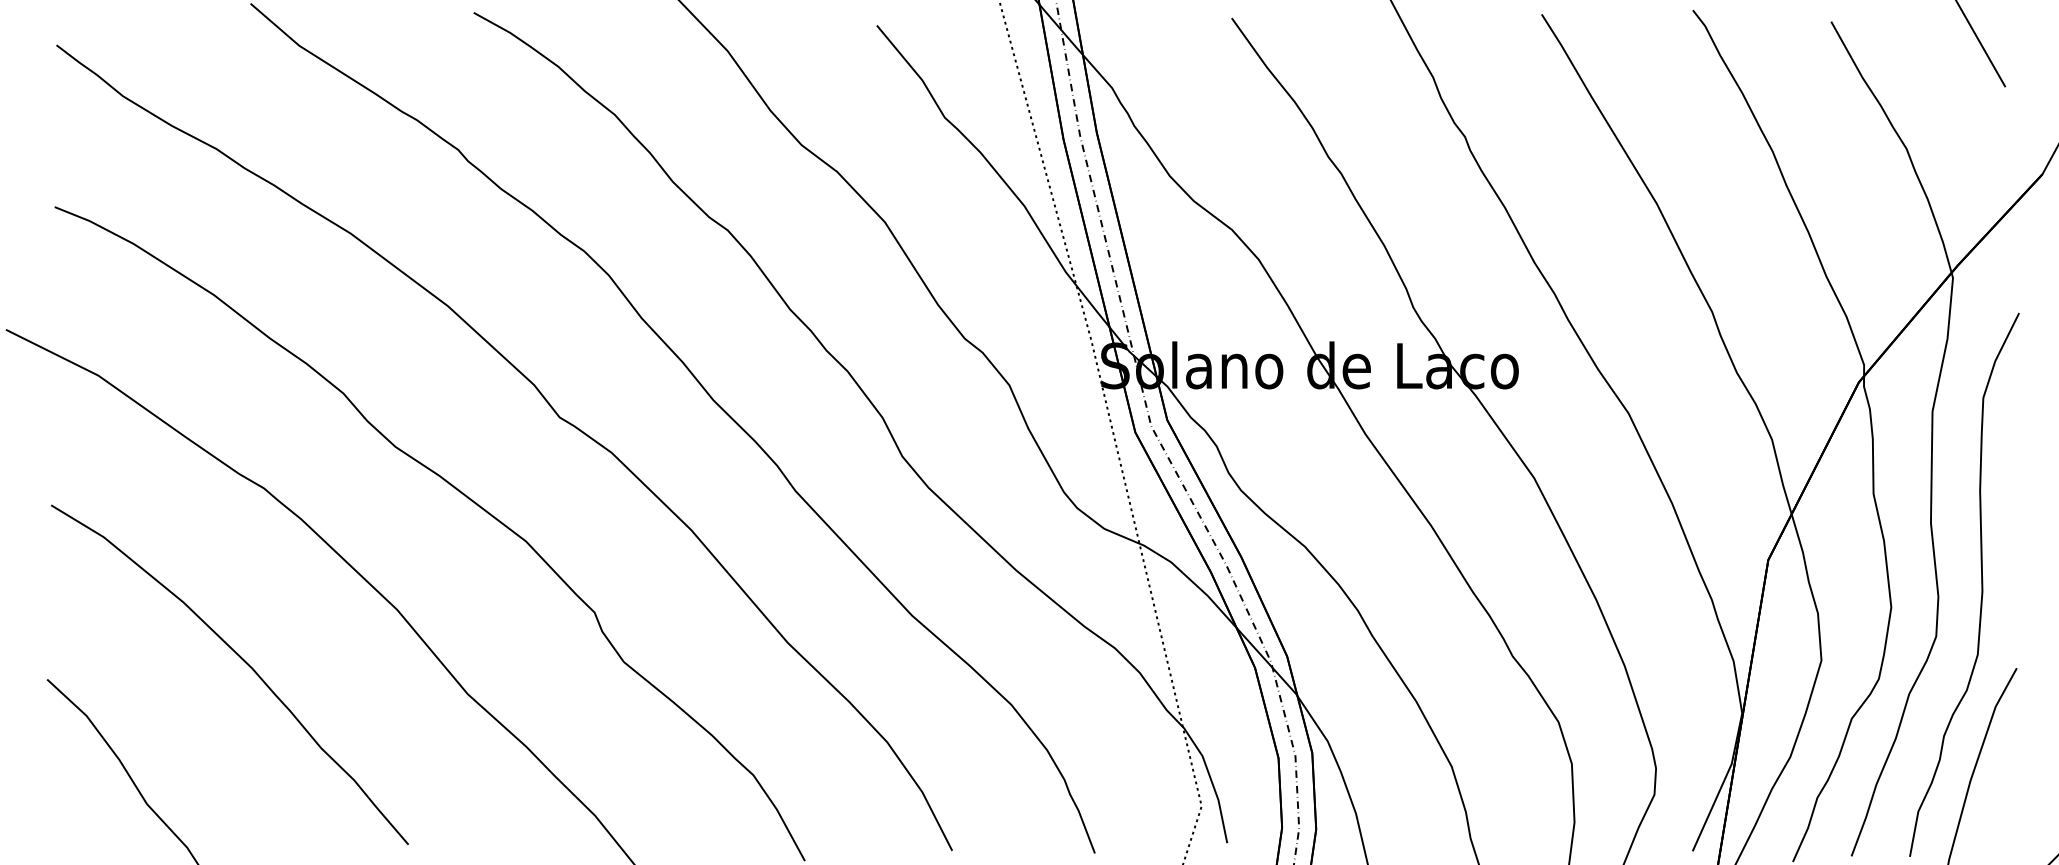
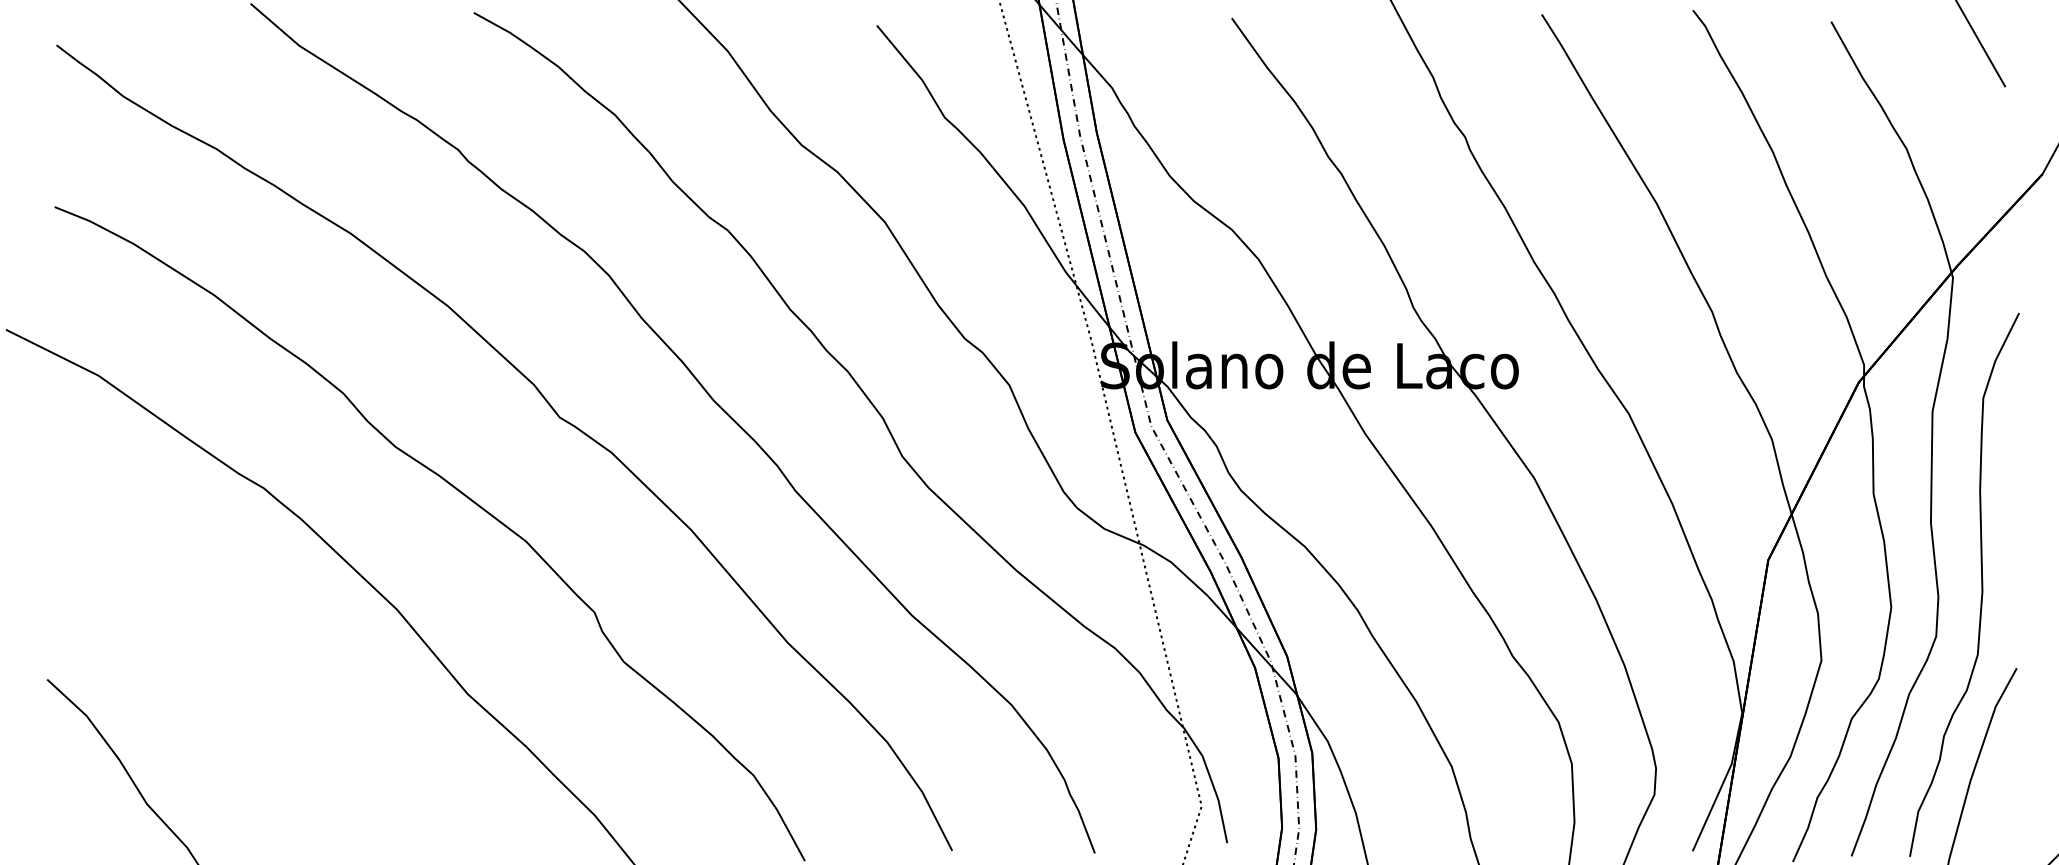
curve at (242, 660): present -> none
